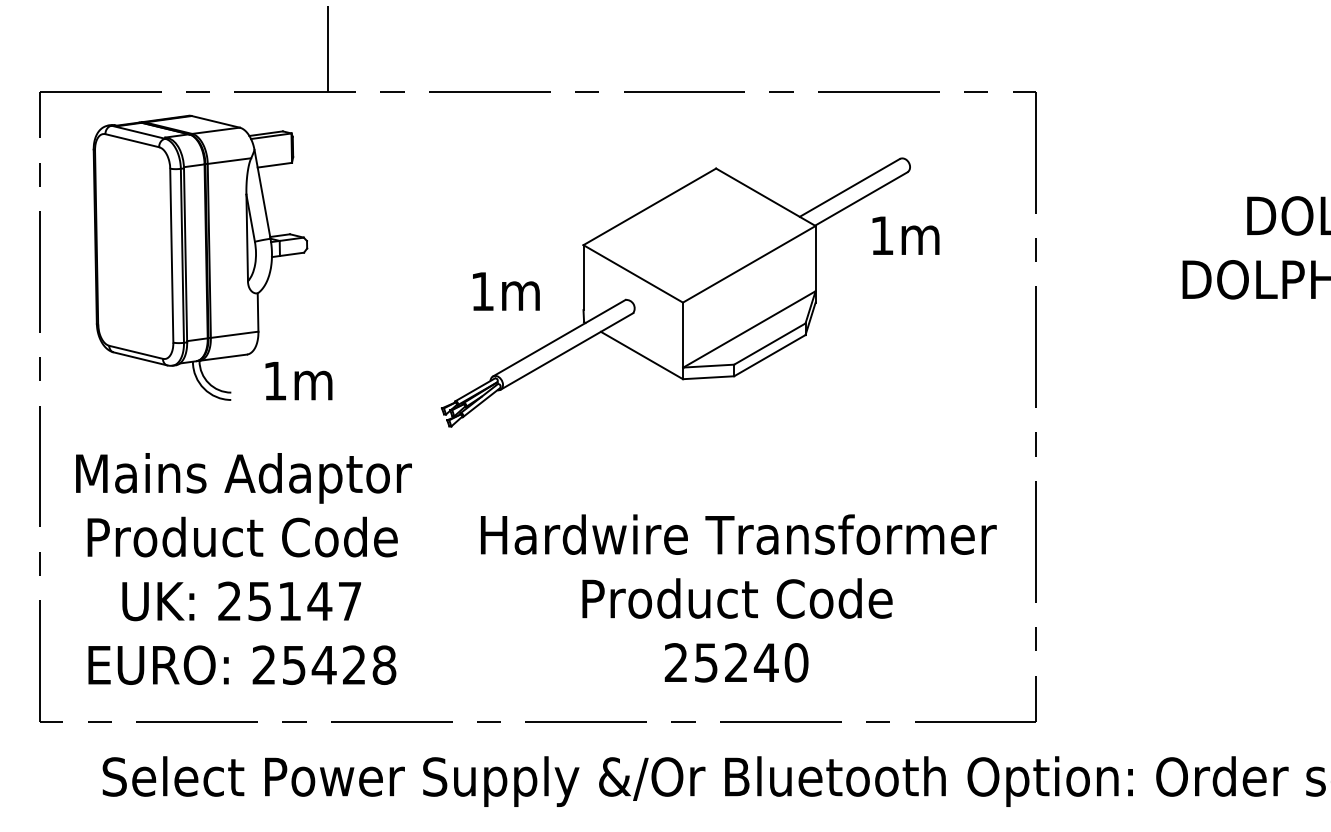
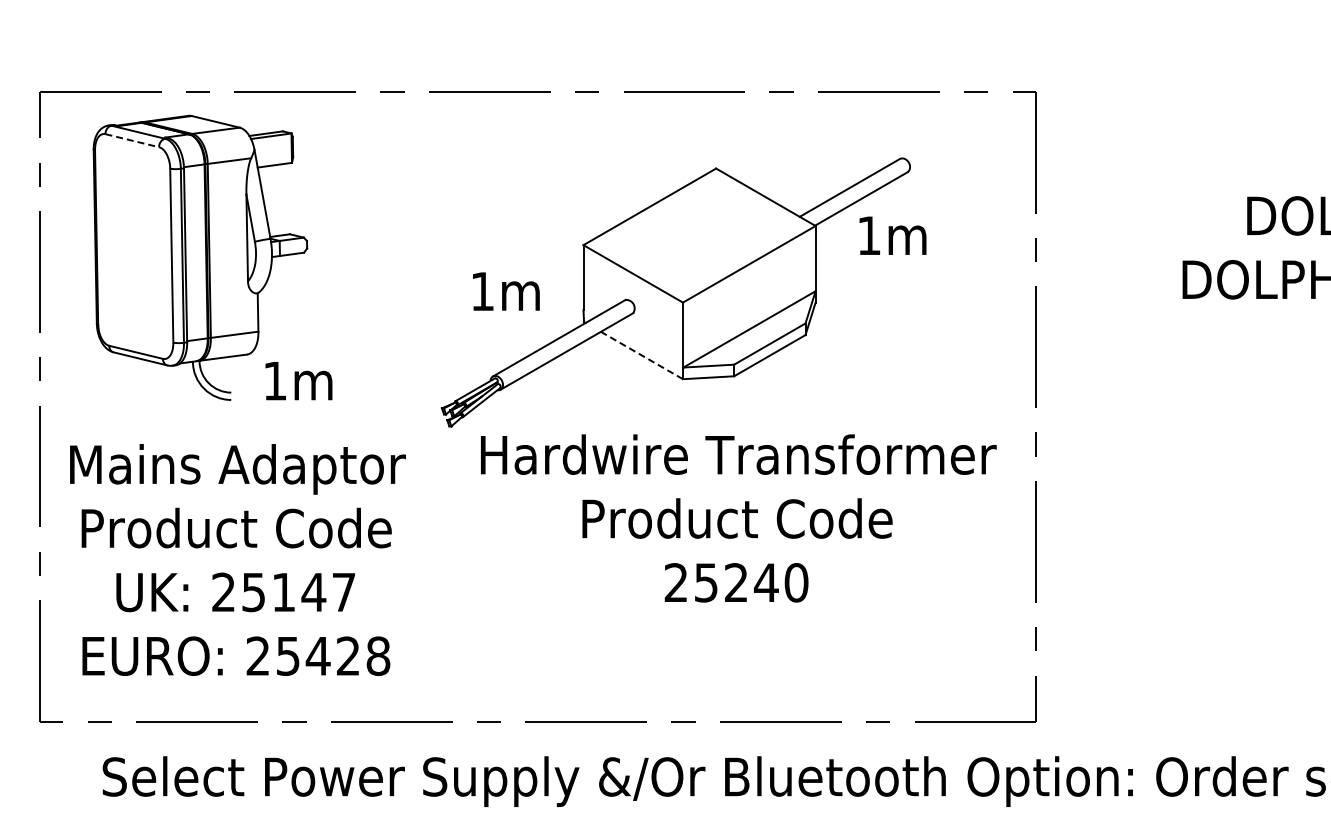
line at (327, 48): present -> none
line at (132, 140): solid -> dashed
text at (905, 235) position: (905, 235) -> (892, 235)
line at (641, 355): solid -> dashed
text at (243, 568) position: (243, 568) -> (237, 559)
text at (738, 598) position: (738, 598) -> (738, 518)
